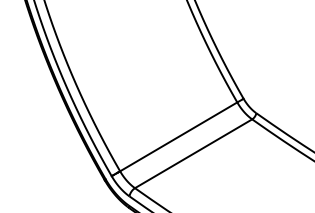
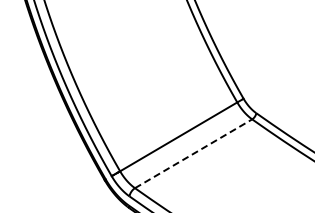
line at (193, 153): solid -> dashed
